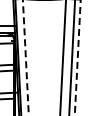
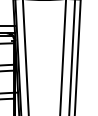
line at (25, 57): dashed -> solid
line at (77, 58): dashed -> solid
